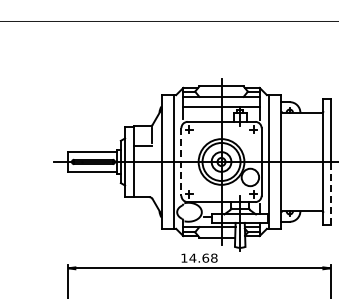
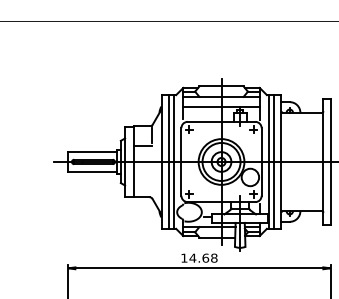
line at (168, 161): none -> present
line at (181, 161): dashed -> solid
line at (274, 161): none -> present
line at (330, 193): dashed -> solid
